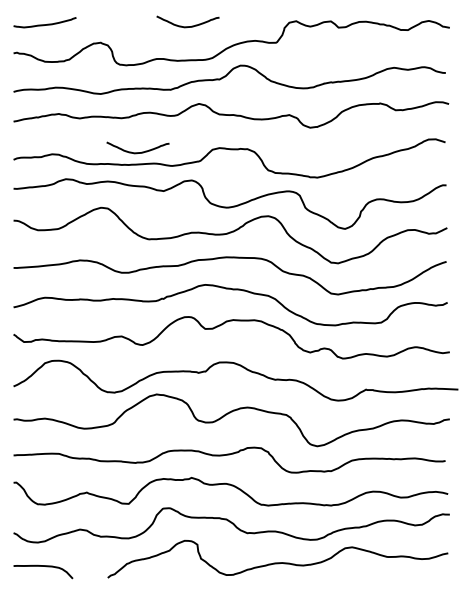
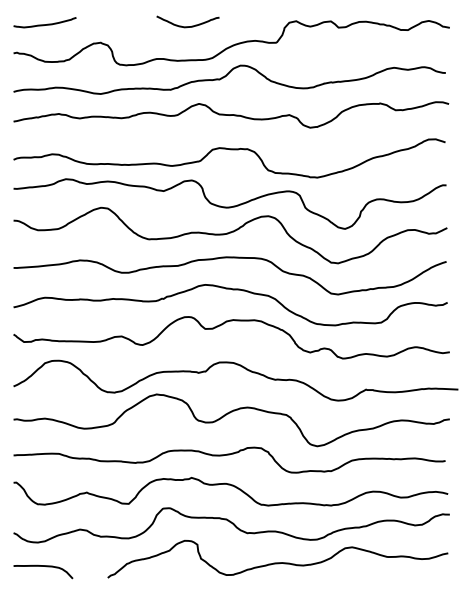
curve at (137, 152): present -> none
